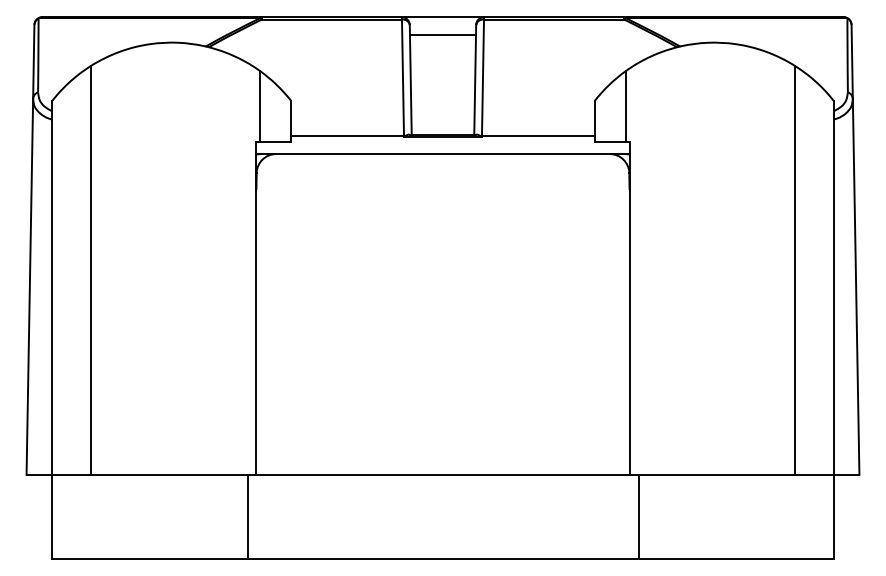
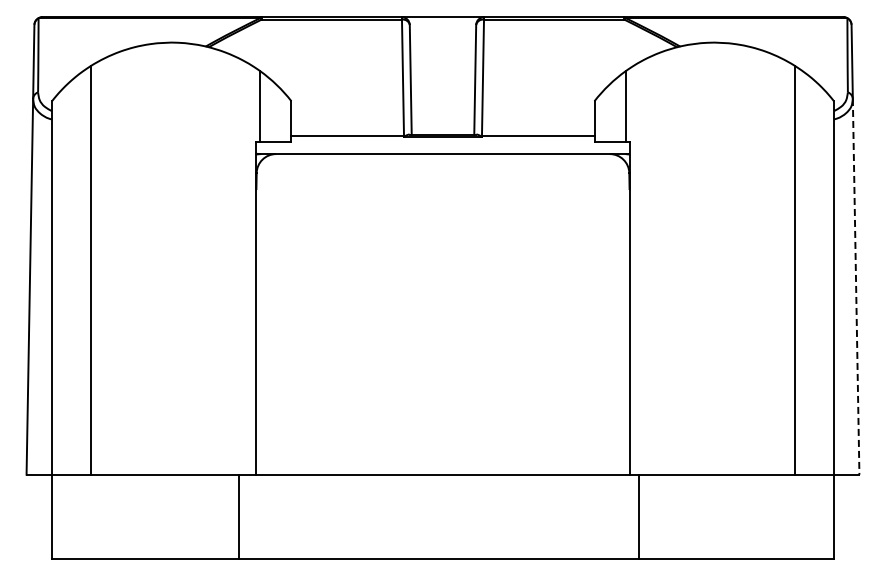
line at (442, 35): present -> none
line at (856, 286): solid -> dashed
line at (247, 516) position: (247, 516) -> (238, 516)
